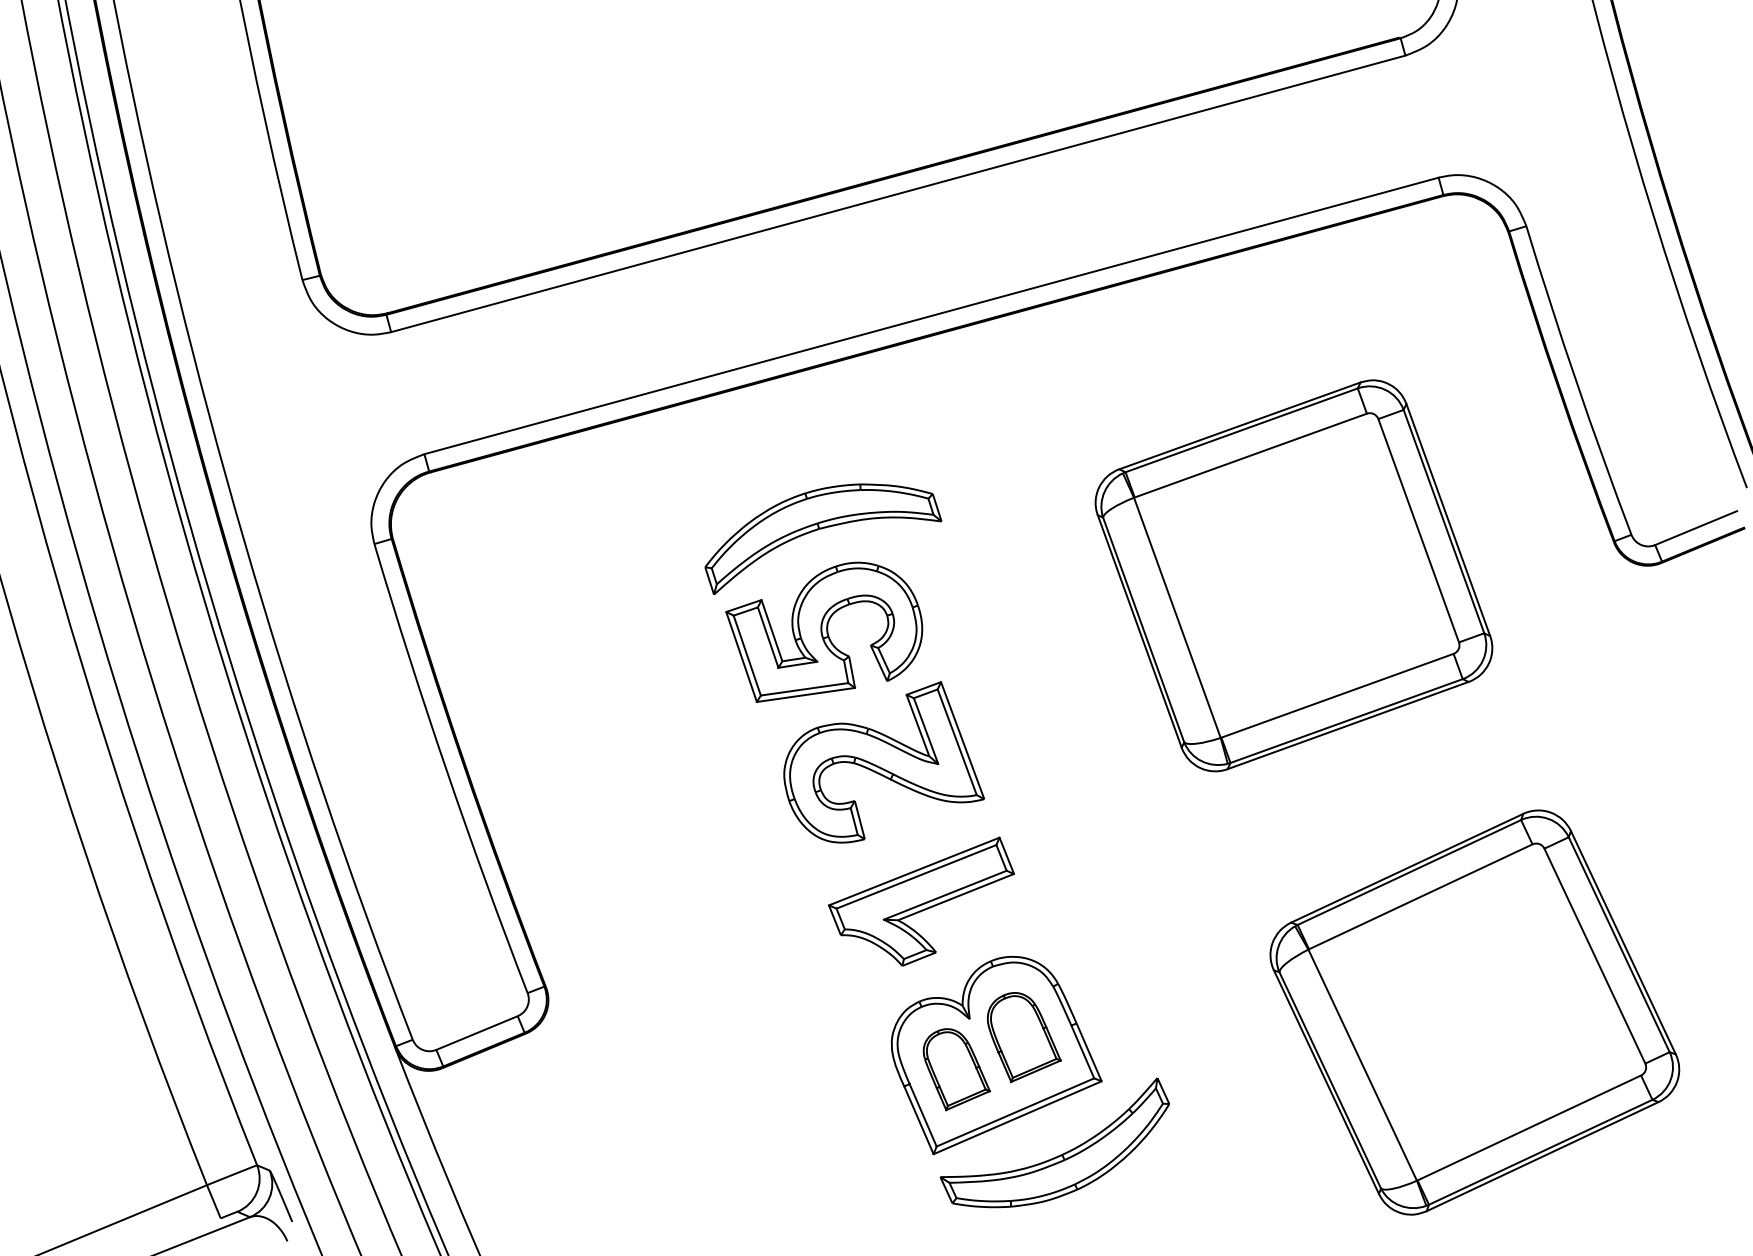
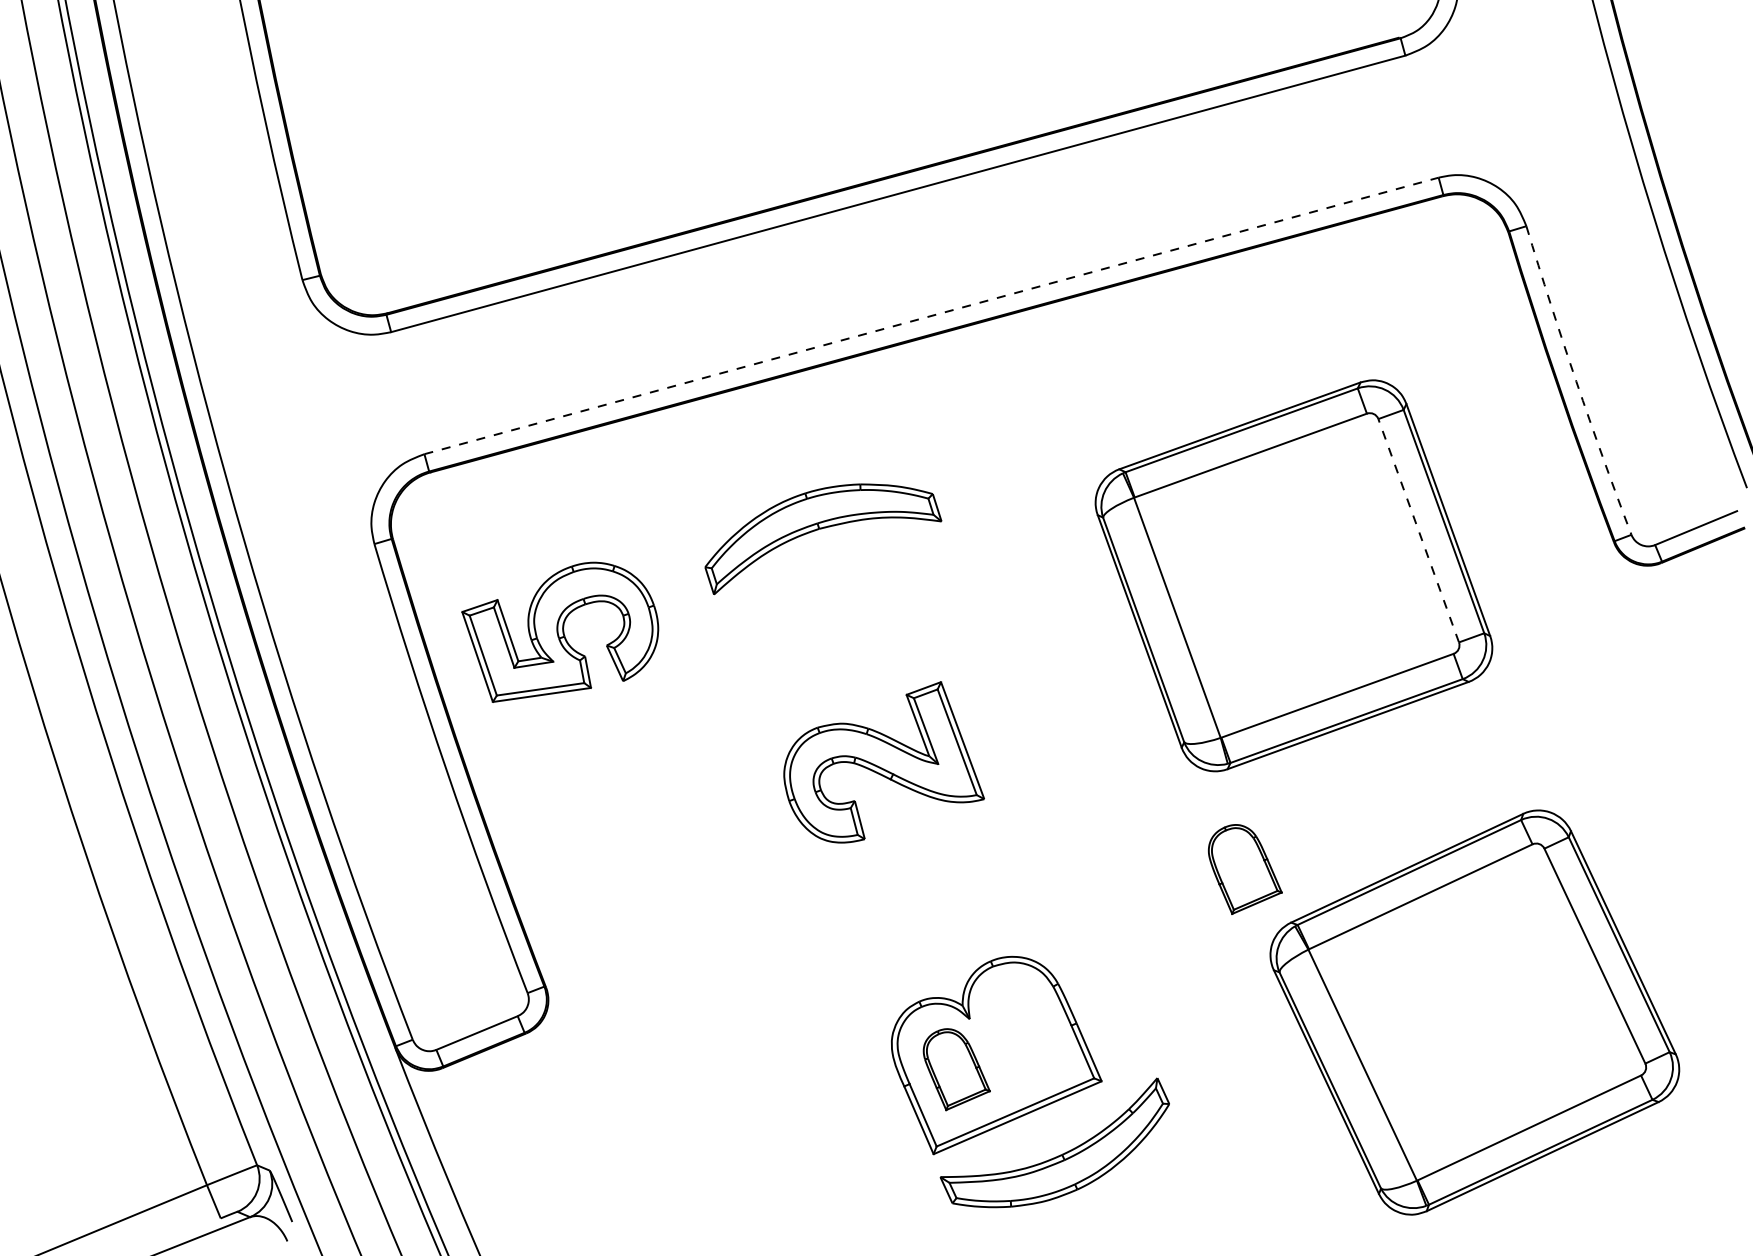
line at (931, 315): solid -> dashed
arc at (1576, 381): solid -> dashed
line at (1418, 530): solid -> dashed
part at (824, 631) position: (824, 631) -> (560, 631)
part at (921, 901): present -> none
part at (1023, 1037) position: (1023, 1037) -> (1244, 869)
